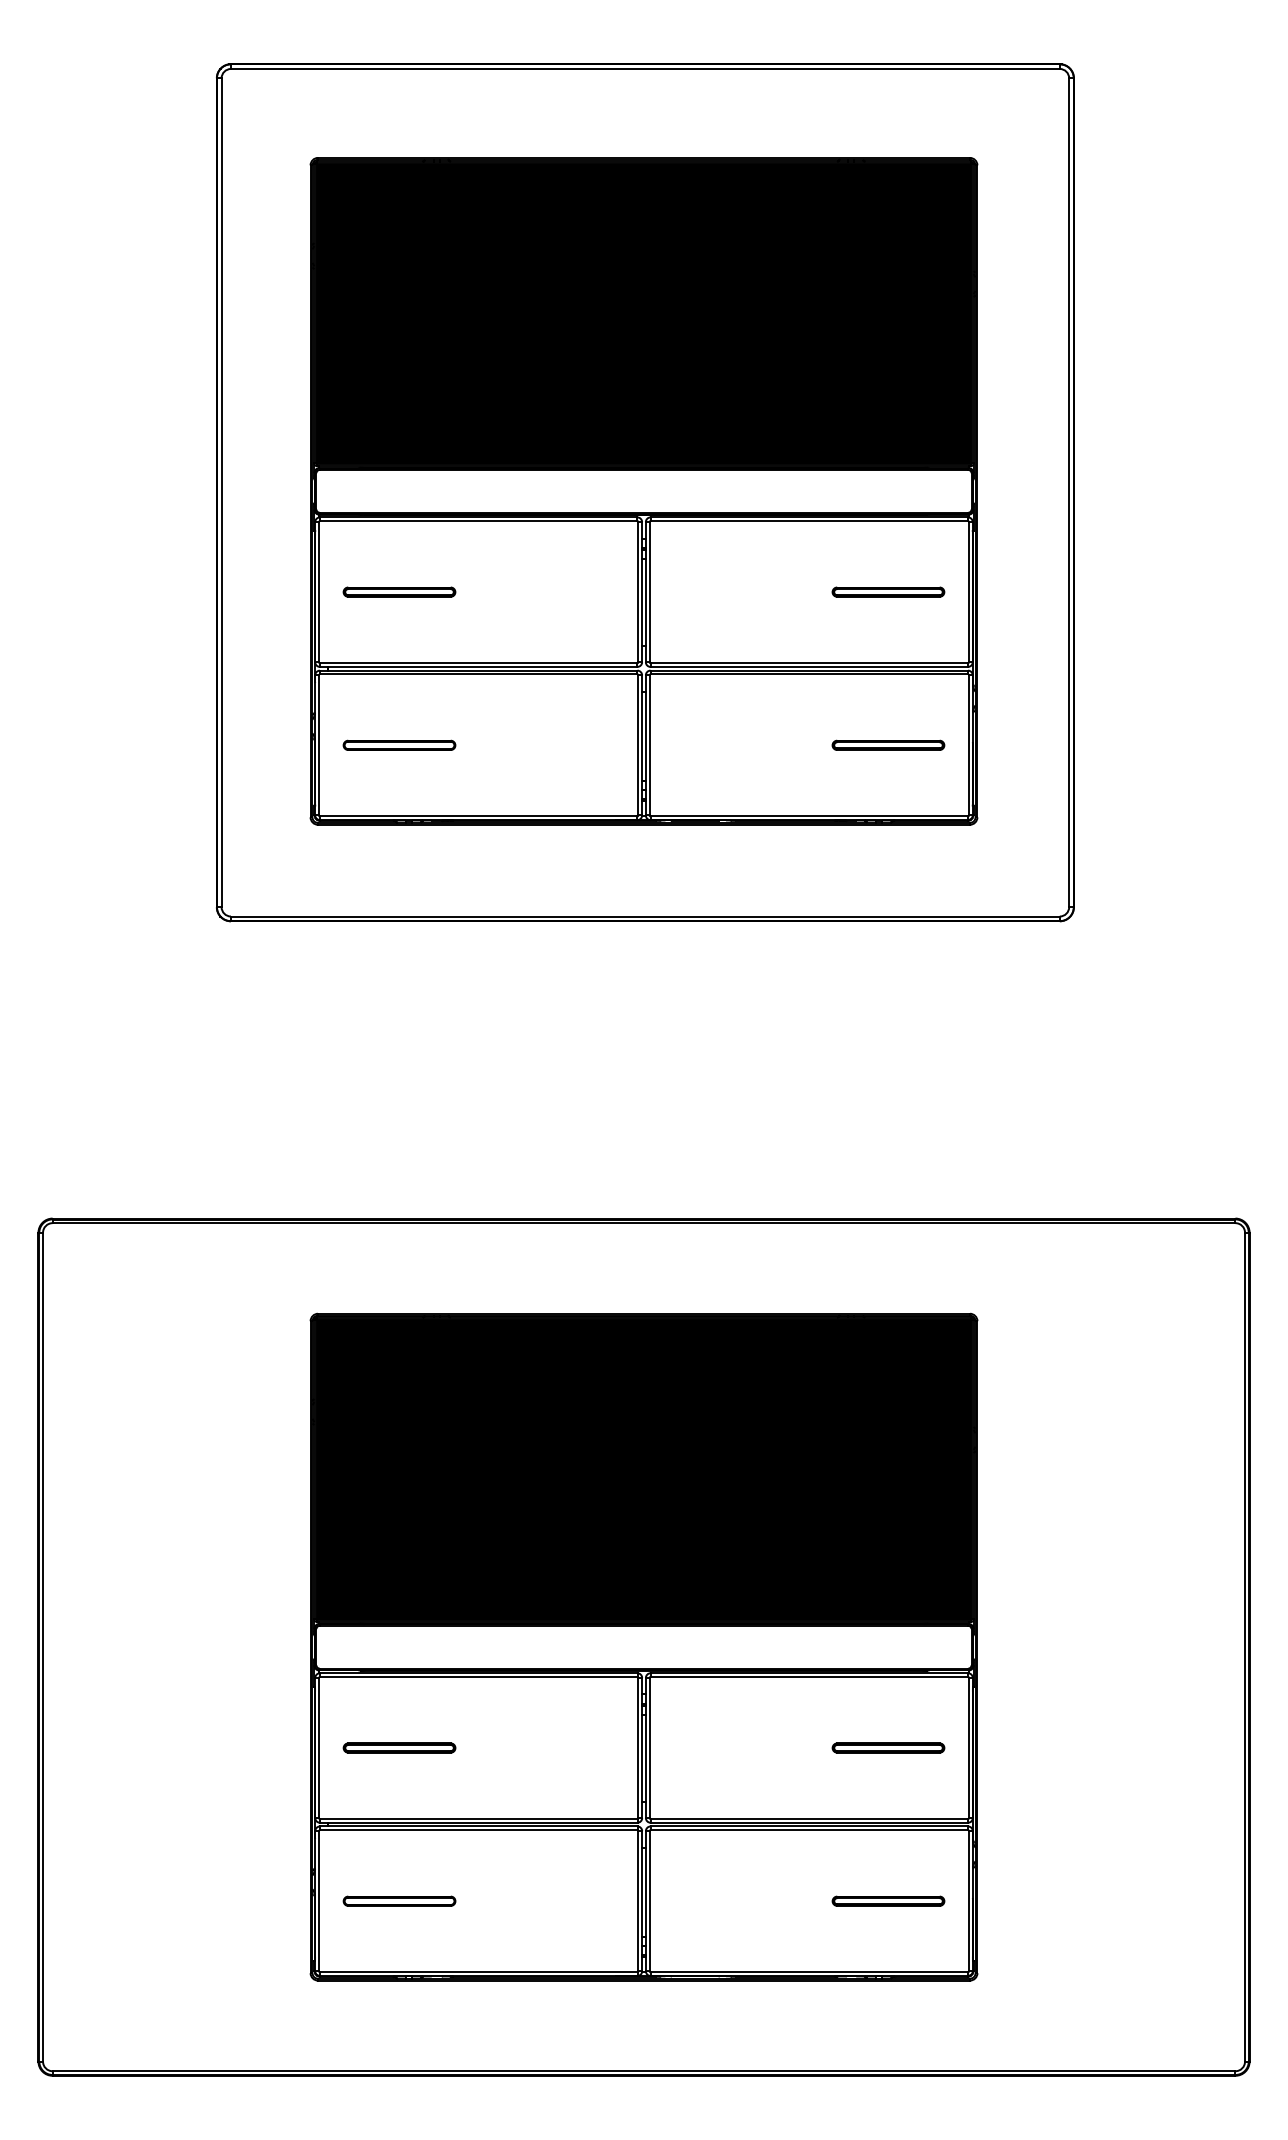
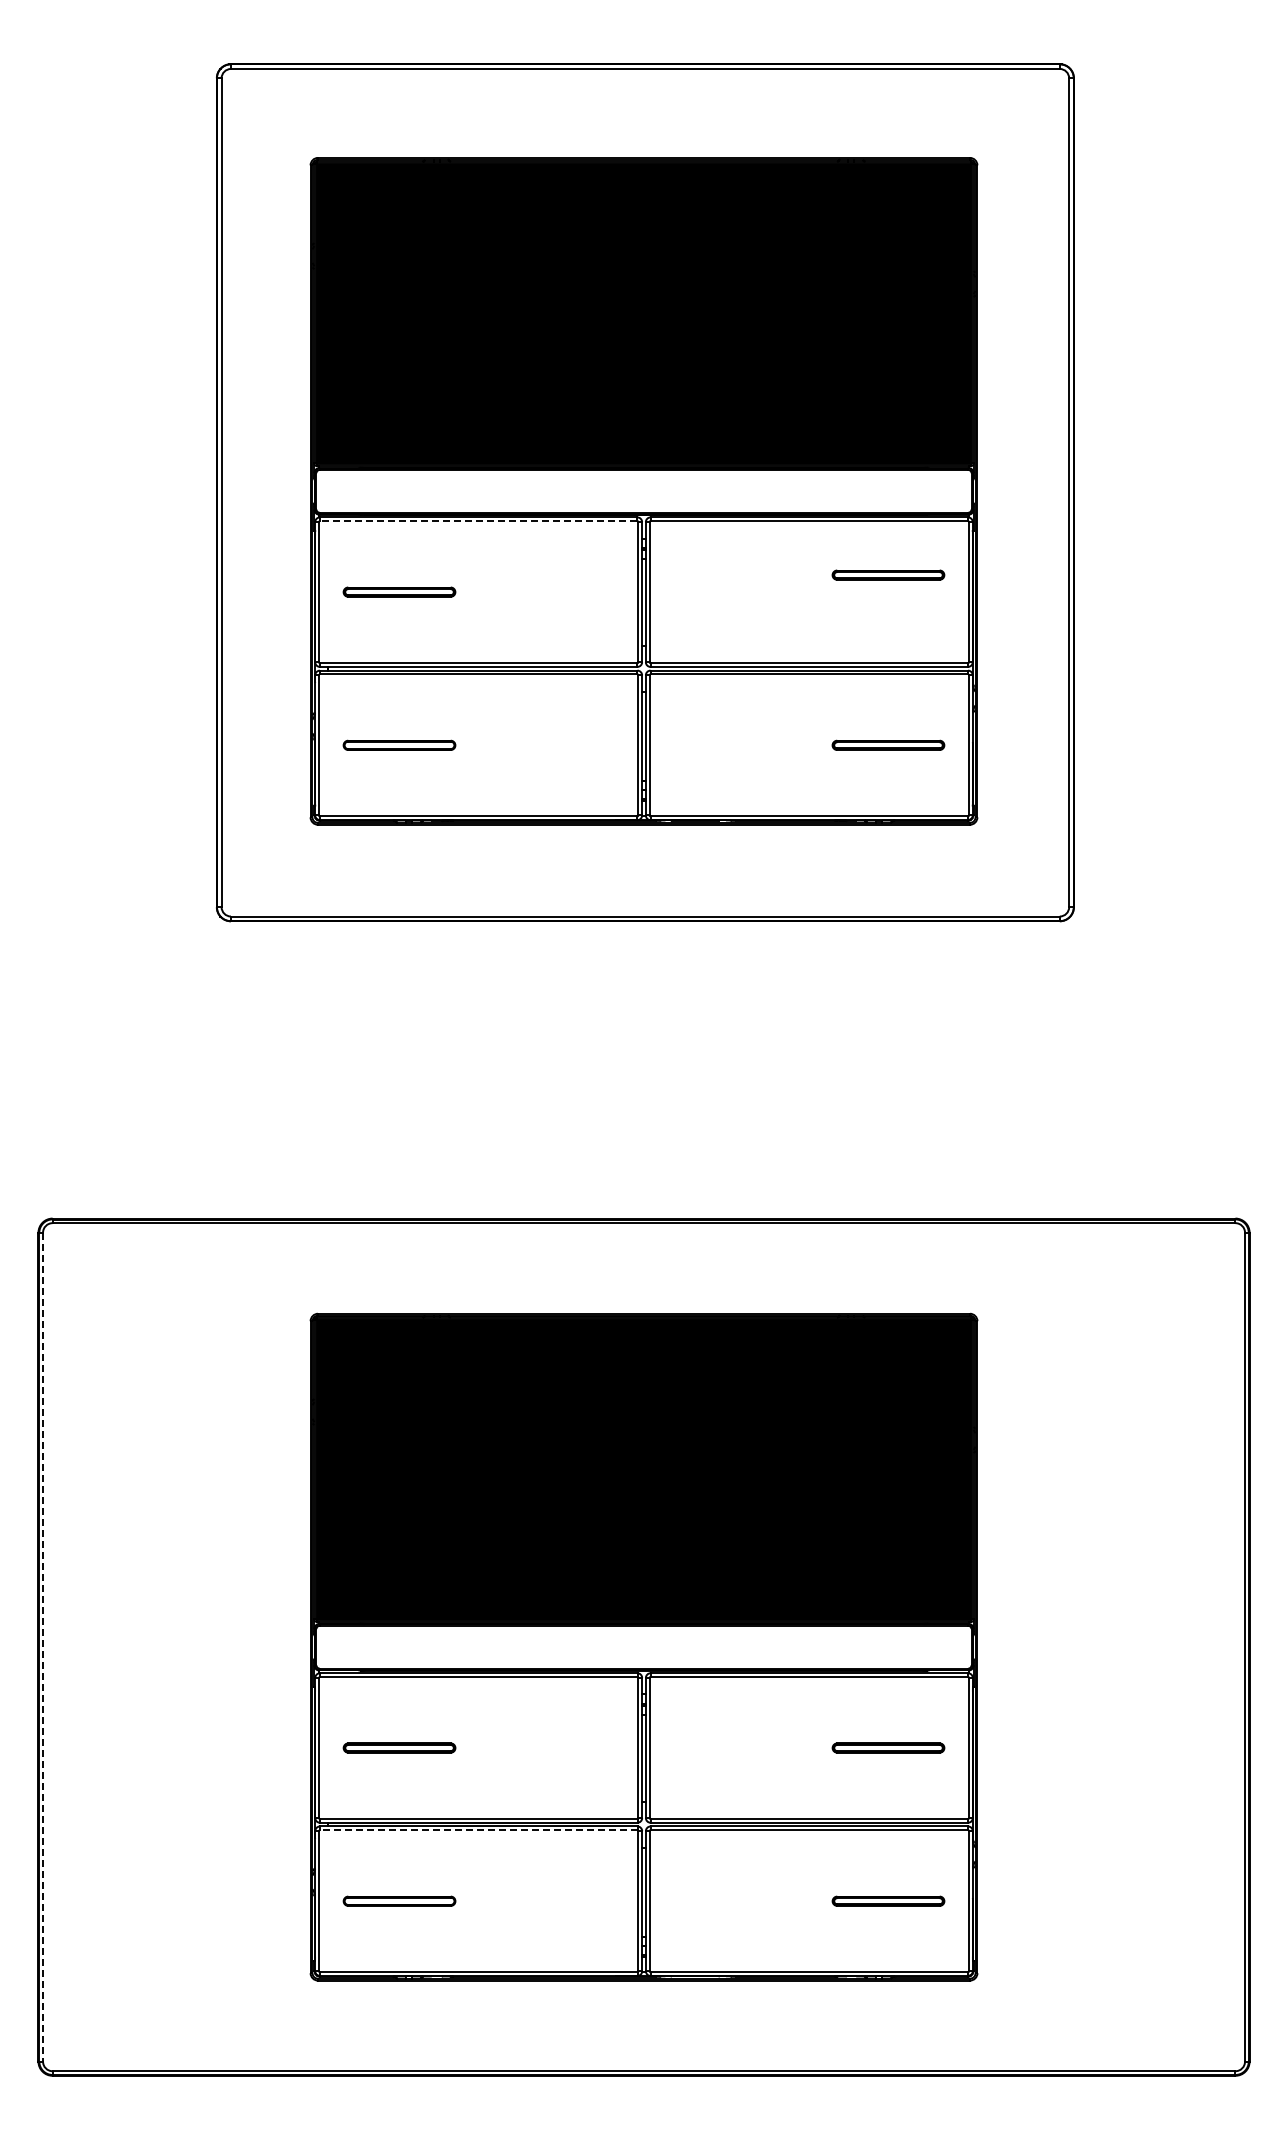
line at (478, 521): solid -> dashed
part at (888, 591) position: (888, 591) -> (888, 574)
line at (43, 1647): solid -> dashed
line at (478, 1830): solid -> dashed
